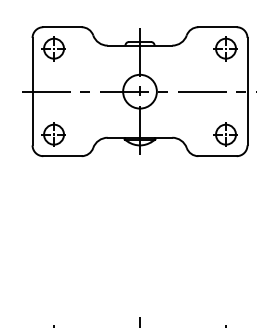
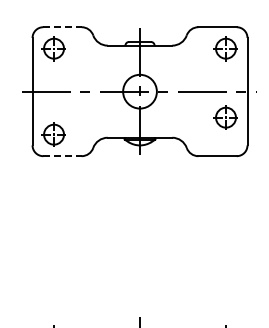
line at (62, 27): solid -> dashed
part at (225, 134) position: (225, 134) -> (225, 117)
line at (62, 156): solid -> dashed
